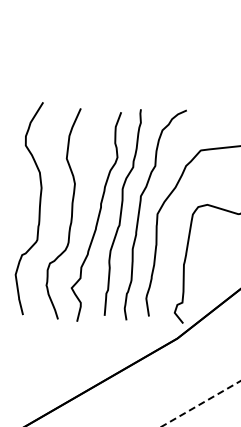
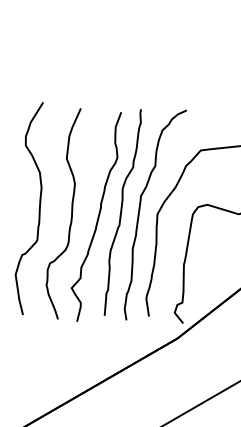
line at (200, 404): dashed -> solid
